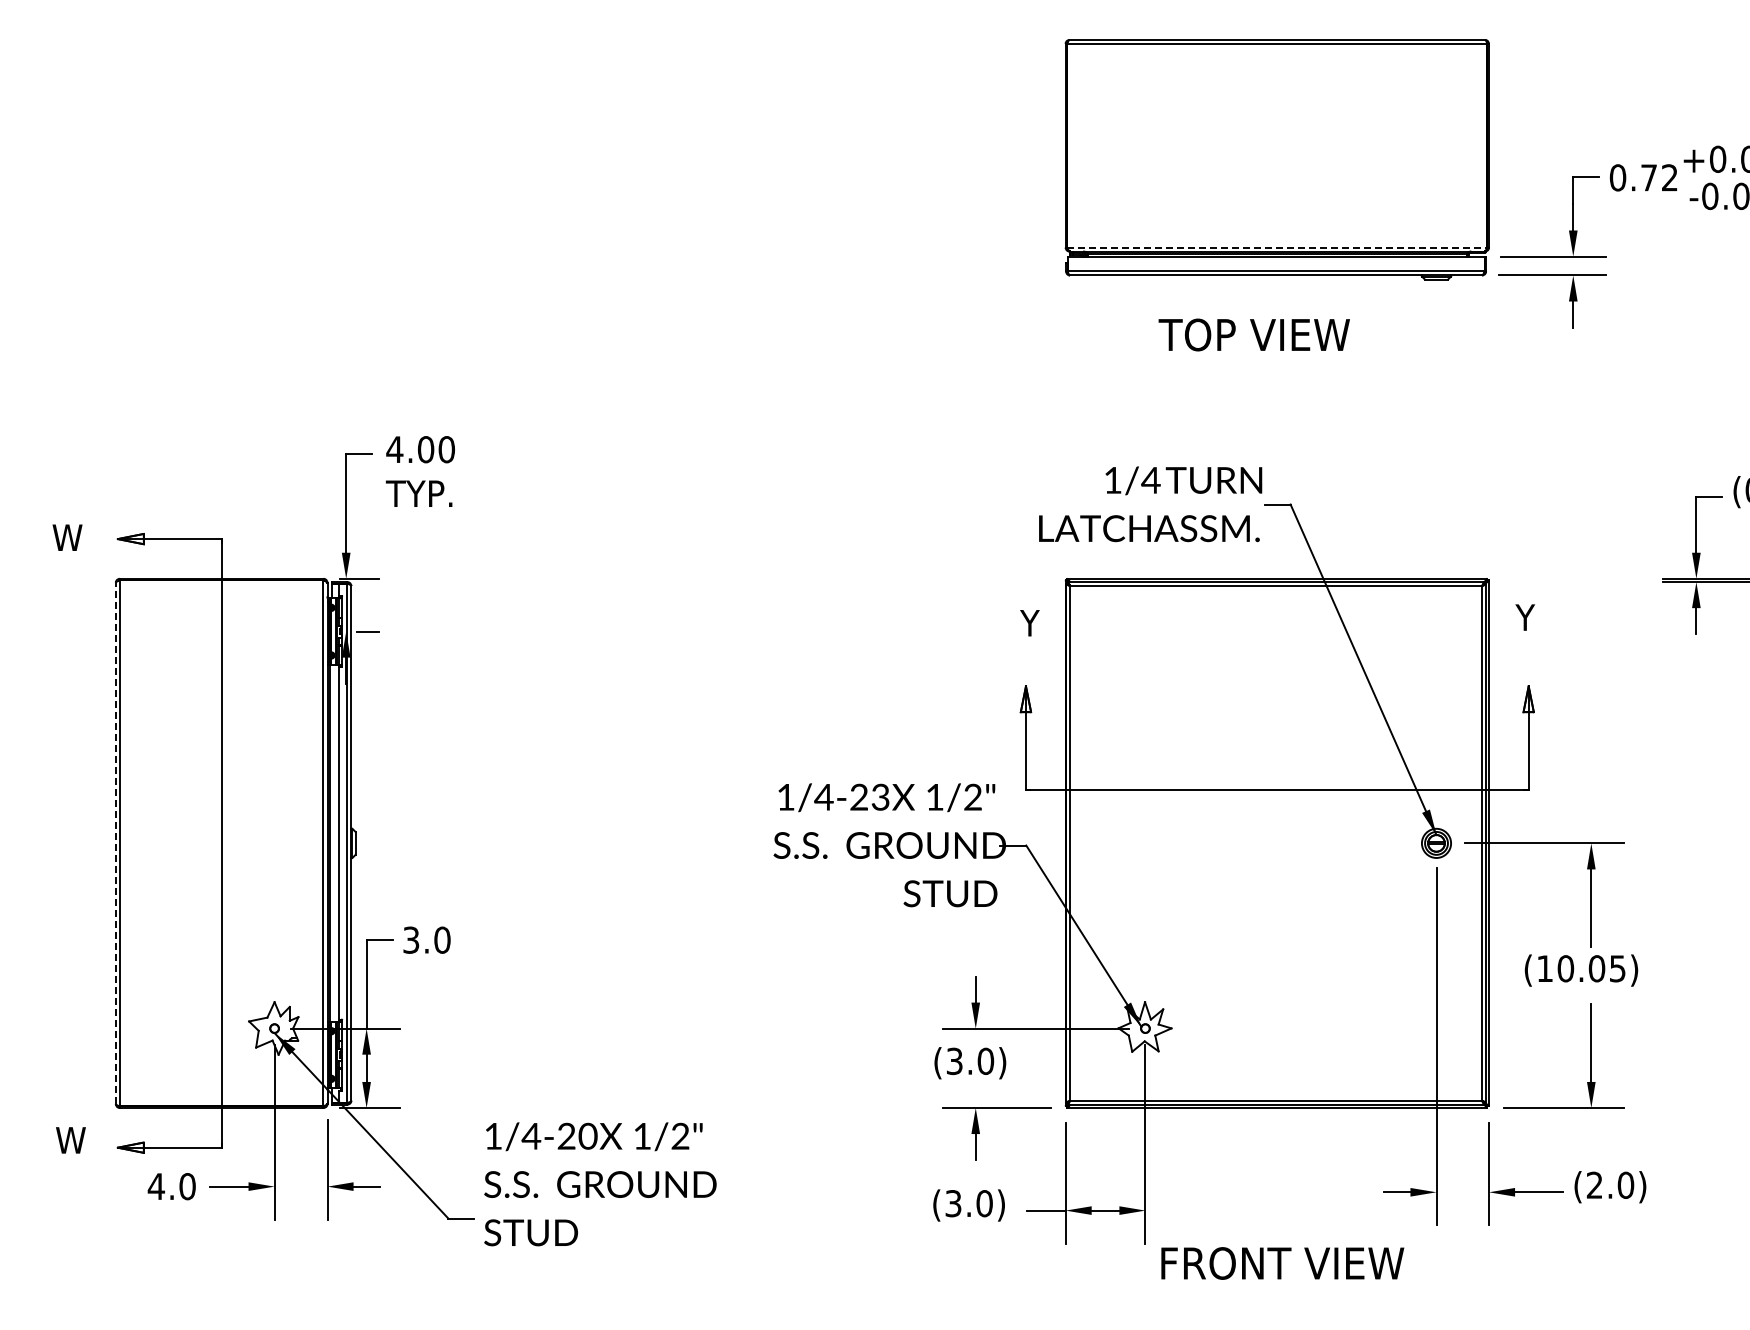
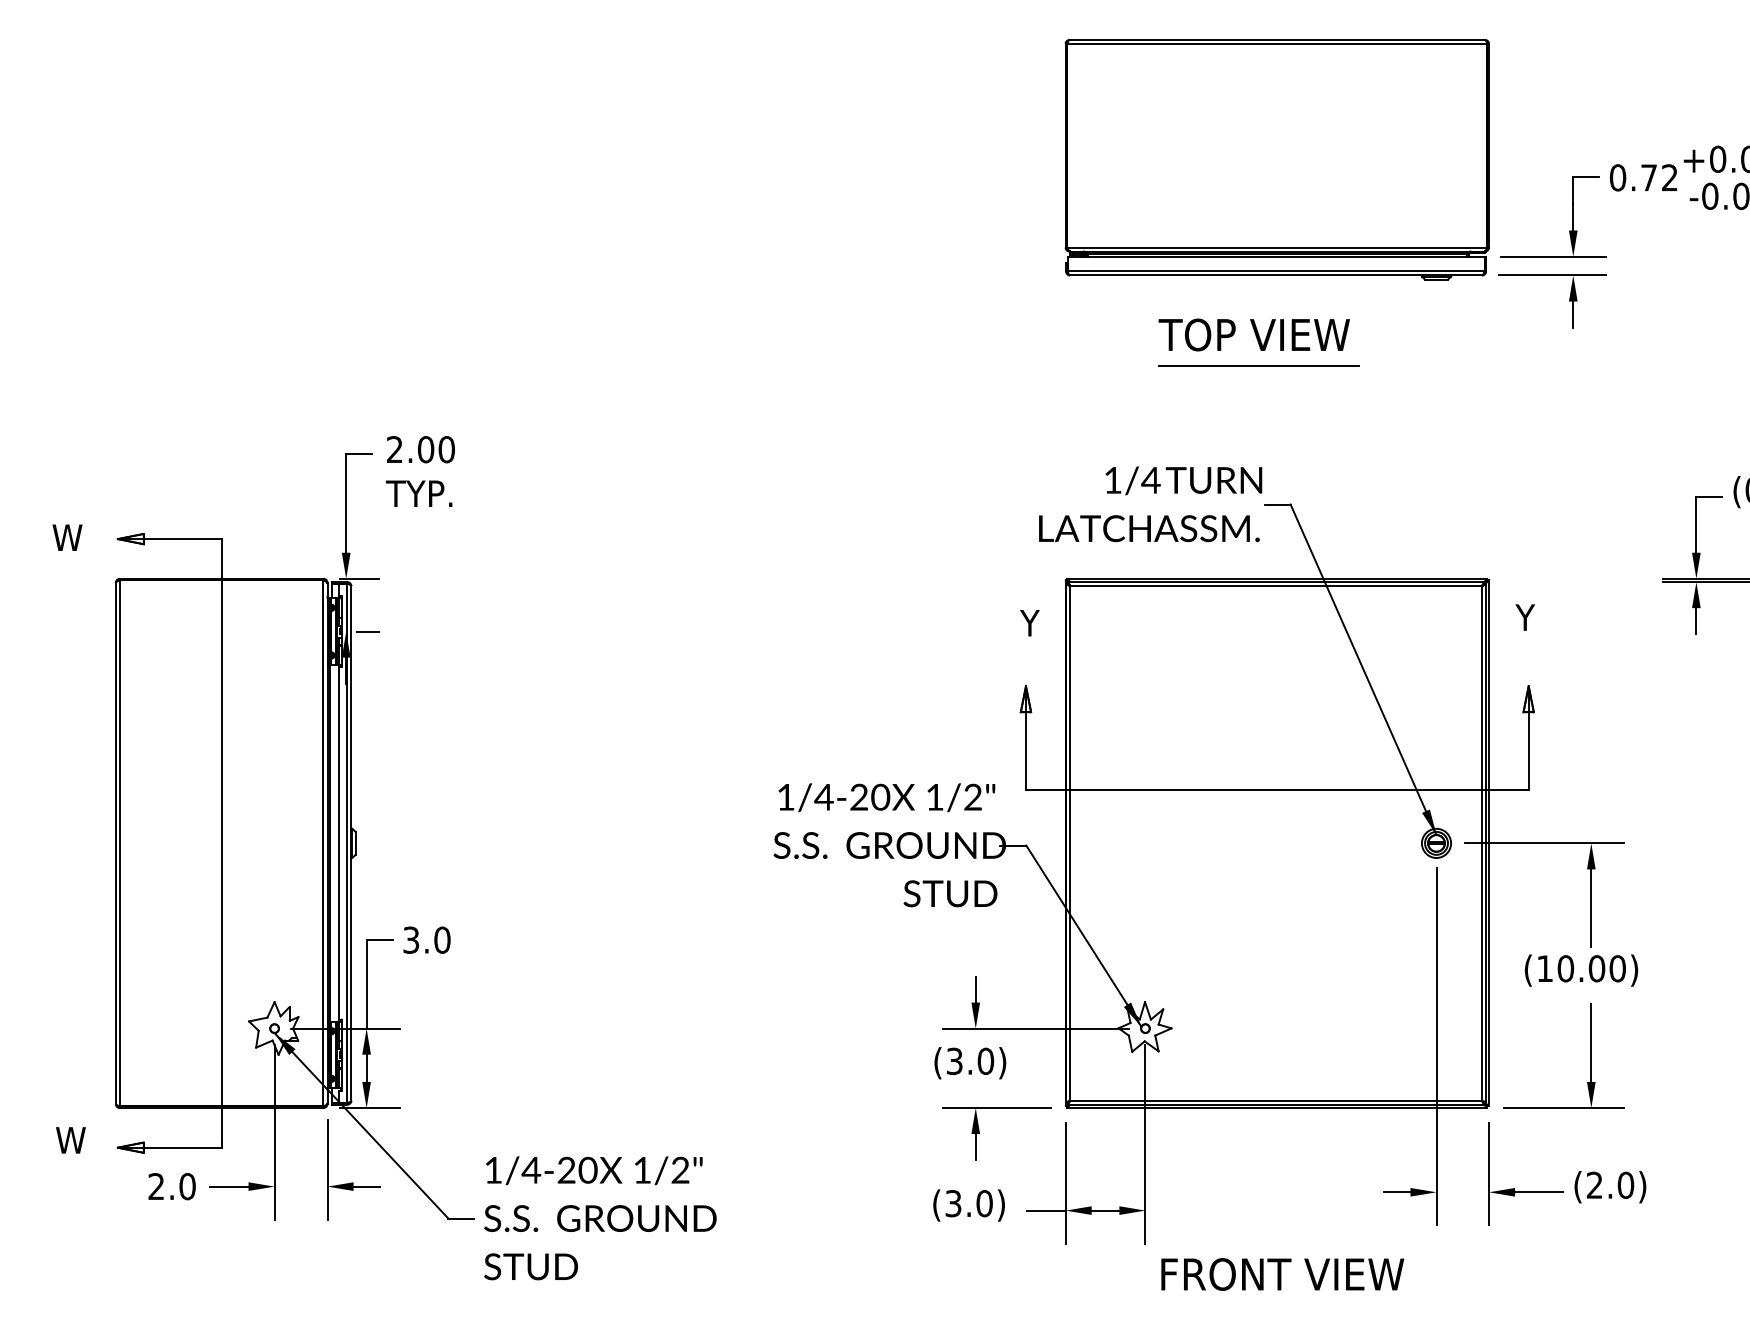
line at (1277, 247): dashed -> solid
line at (1258, 366): none -> present
text at (394, 449): 4.00 -> 2.00
text at (880, 797): 1/4-23 -> 1/4-20
line at (115, 843): dashed -> solid
text at (1617, 968): (10.05) -> (10.00)
text at (600, 1184) position: (600, 1184) -> (600, 1218)
text at (156, 1186): 4.0 -> 2.0
text at (1282, 1263) position: (1282, 1263) -> (1282, 1274)
